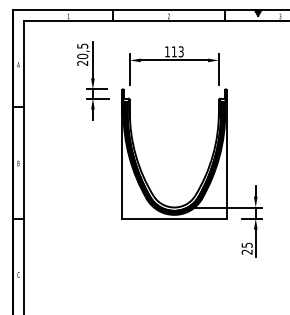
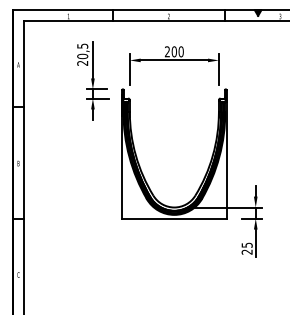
text at (173, 51): 113 -> 200
